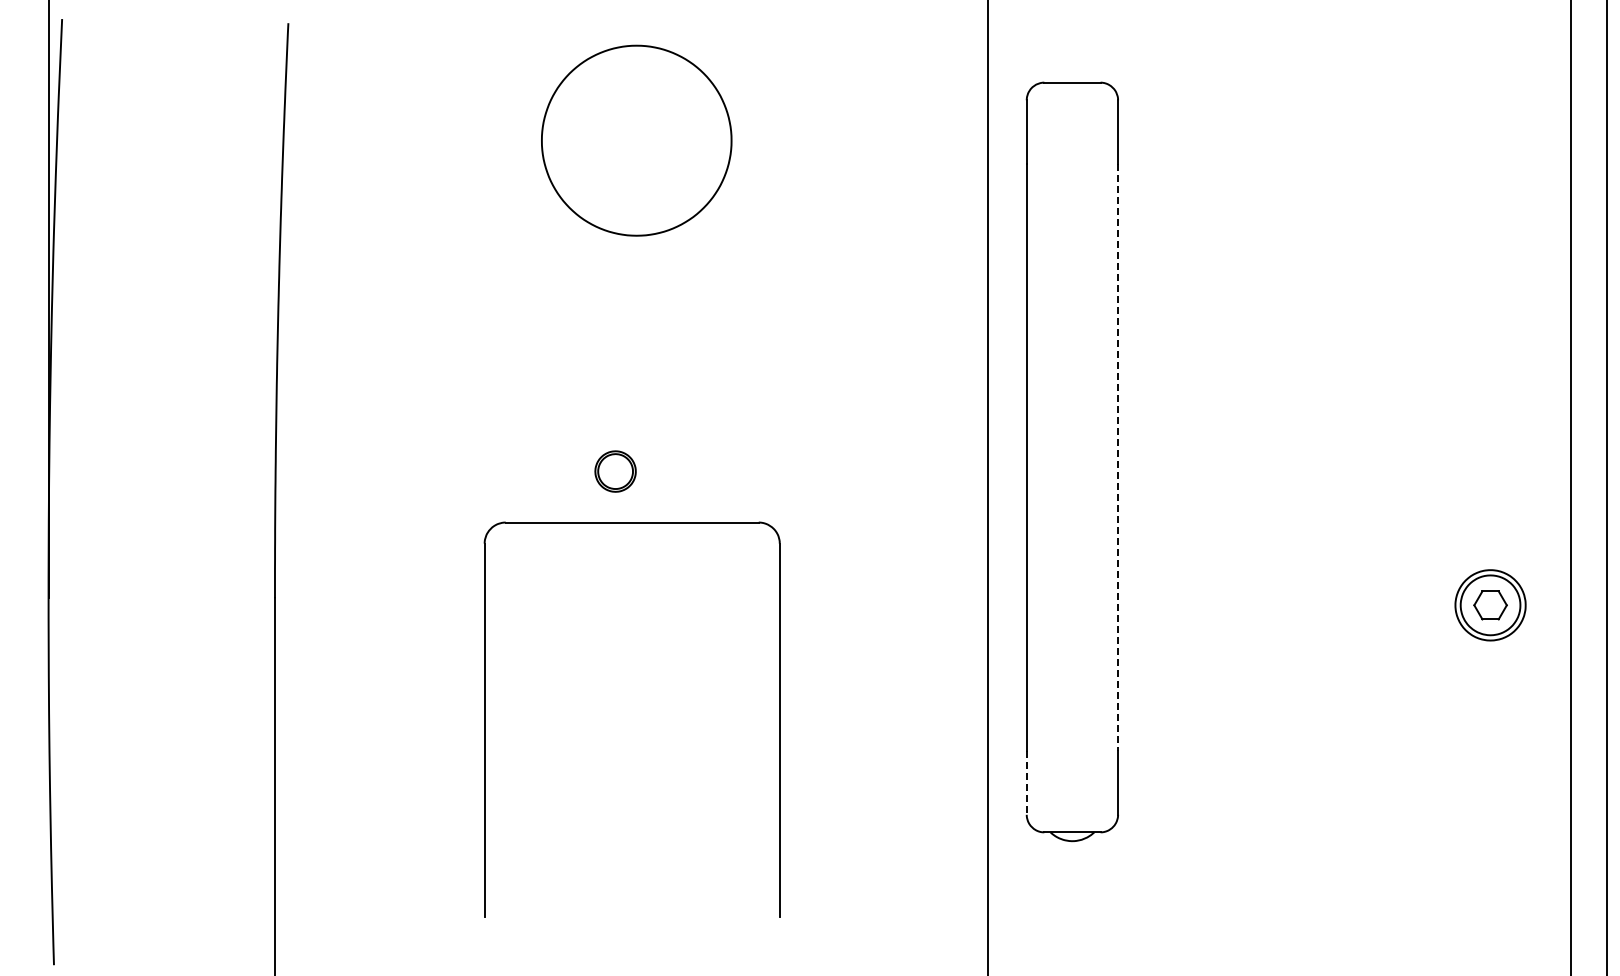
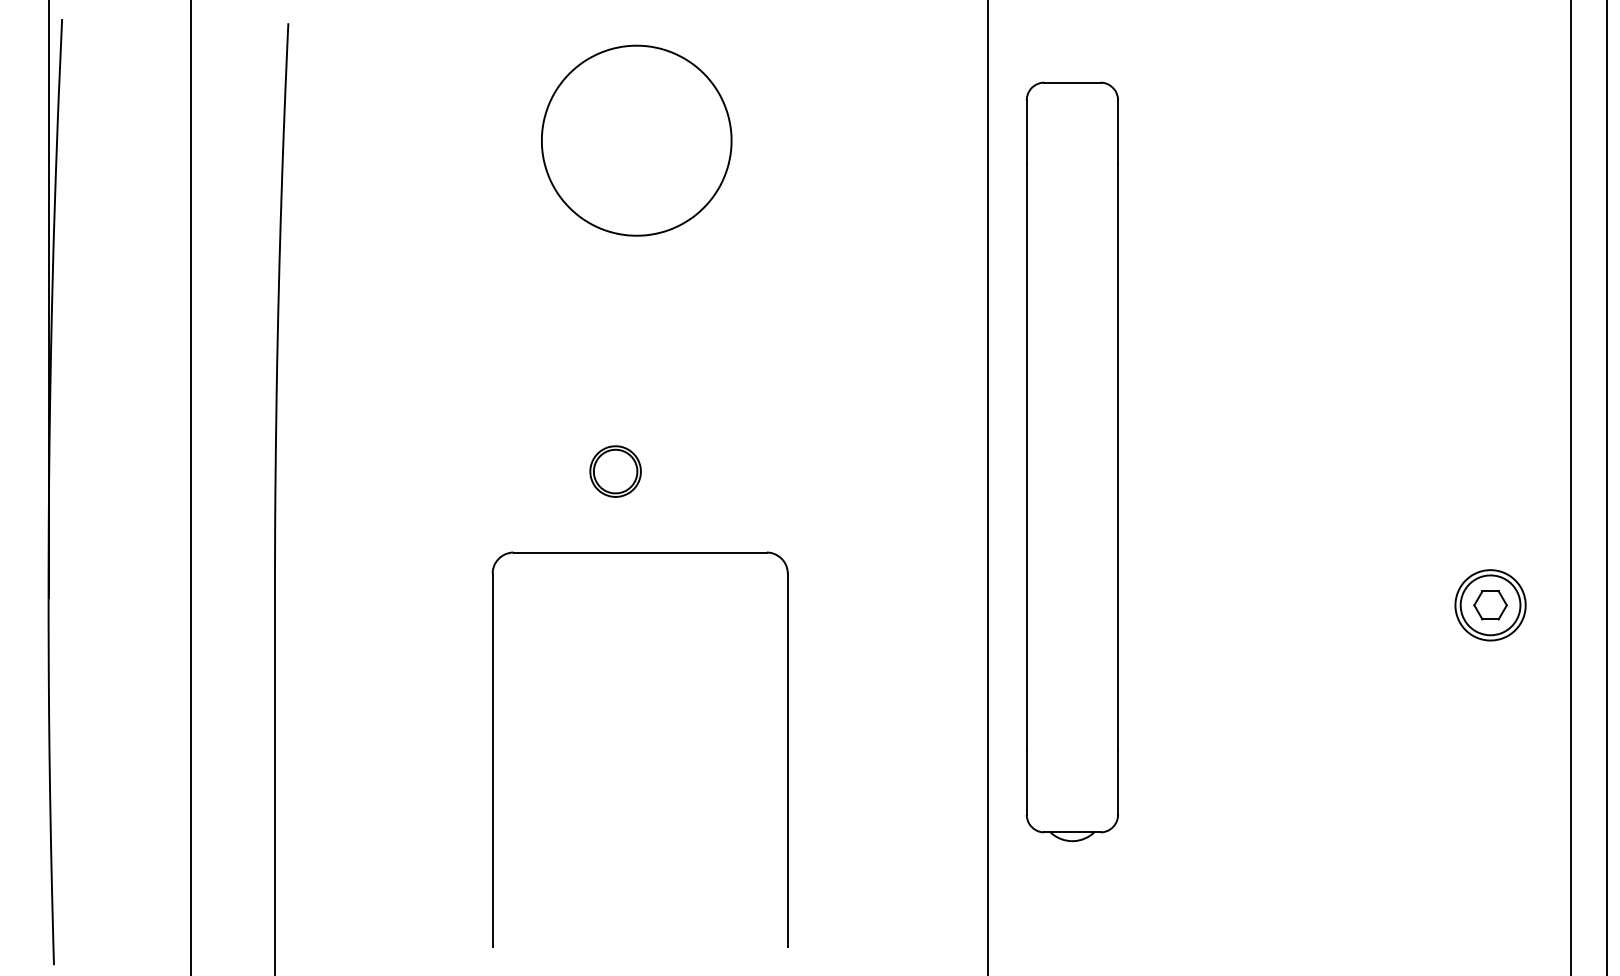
line at (1118, 457): dashed -> solid
part at (615, 471) size: 43x43 px -> 53x53 px
line at (190, 487): none -> present
part at (485, 719) position: (485, 719) -> (493, 749)
line at (1026, 783): dashed -> solid
